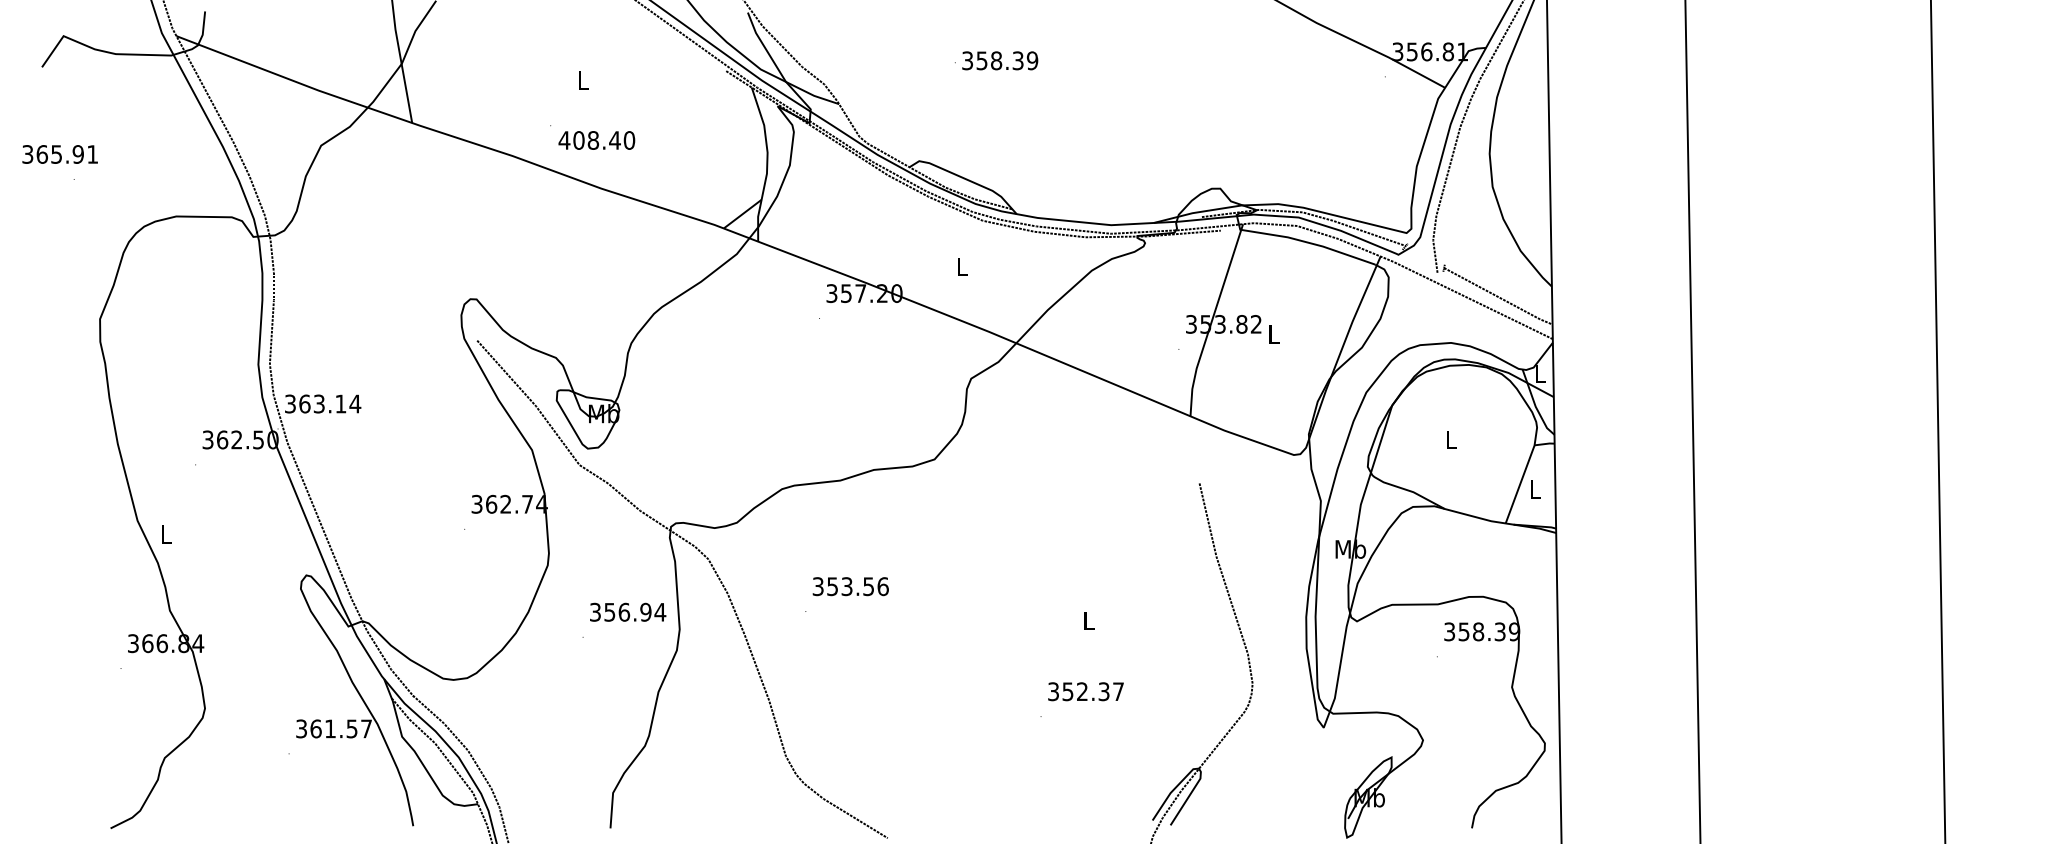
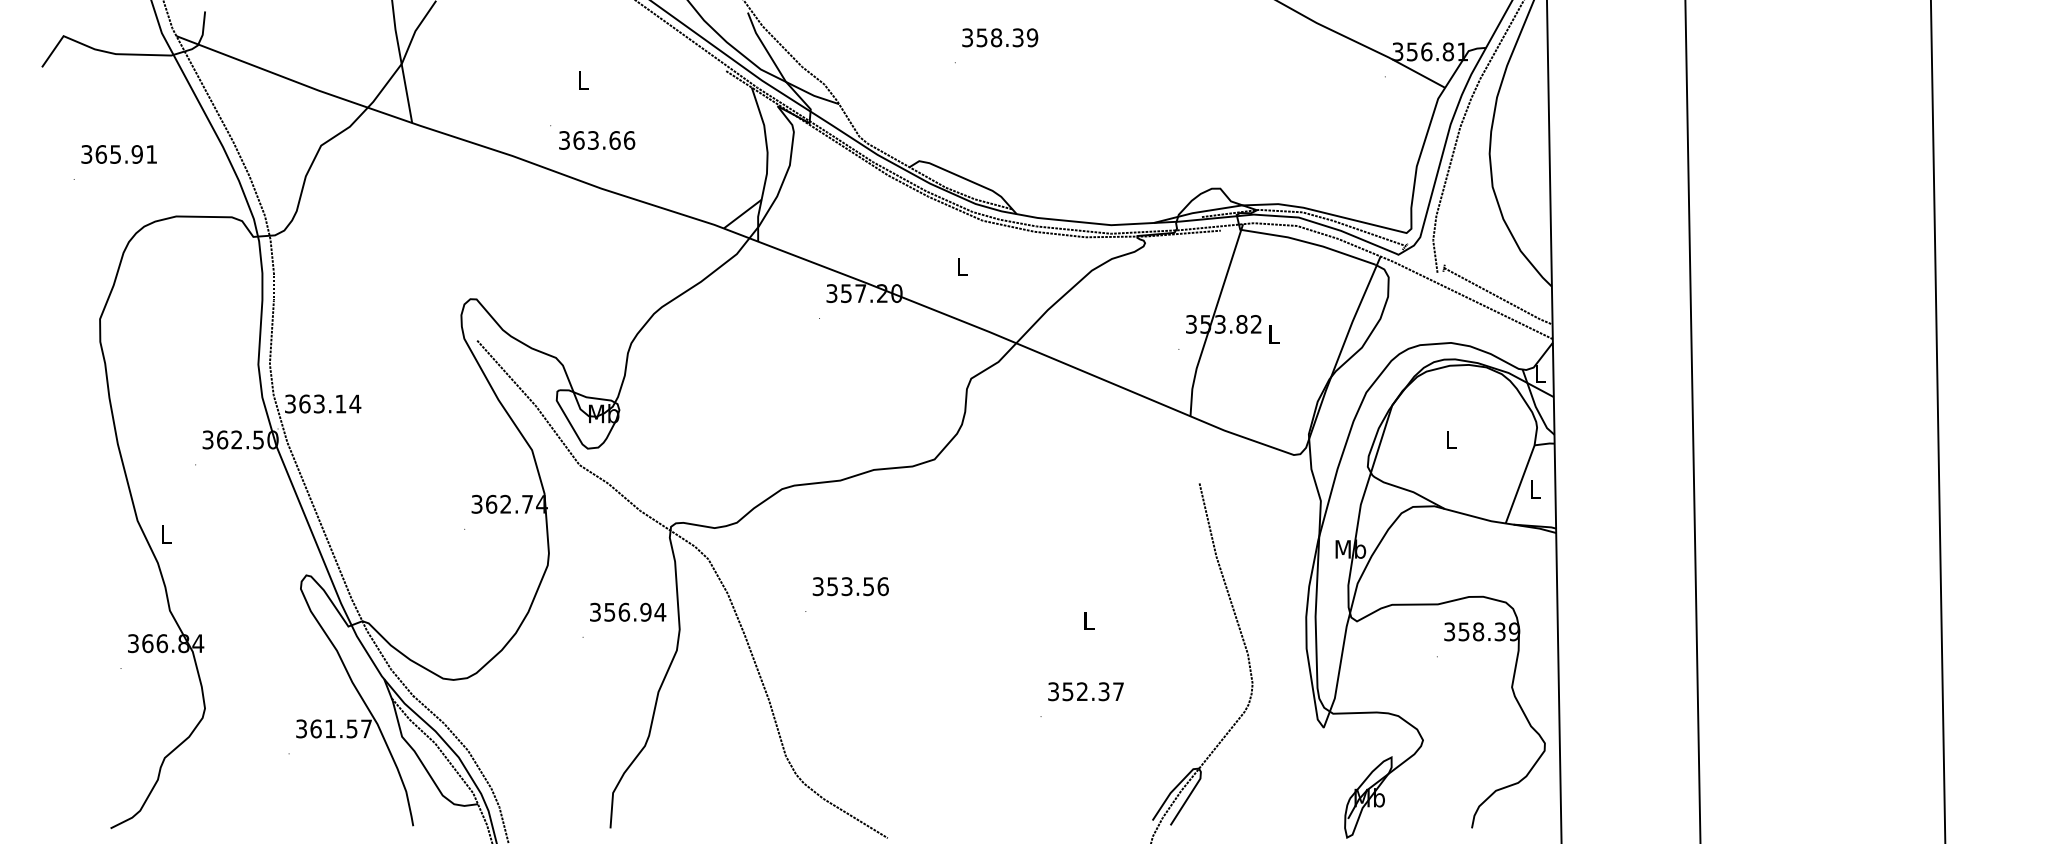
text at (1000, 60) position: (1000, 60) -> (1000, 37)
text at (596, 140): 408.40 -> 363.66
text at (59, 154) position: (59, 154) -> (118, 154)
